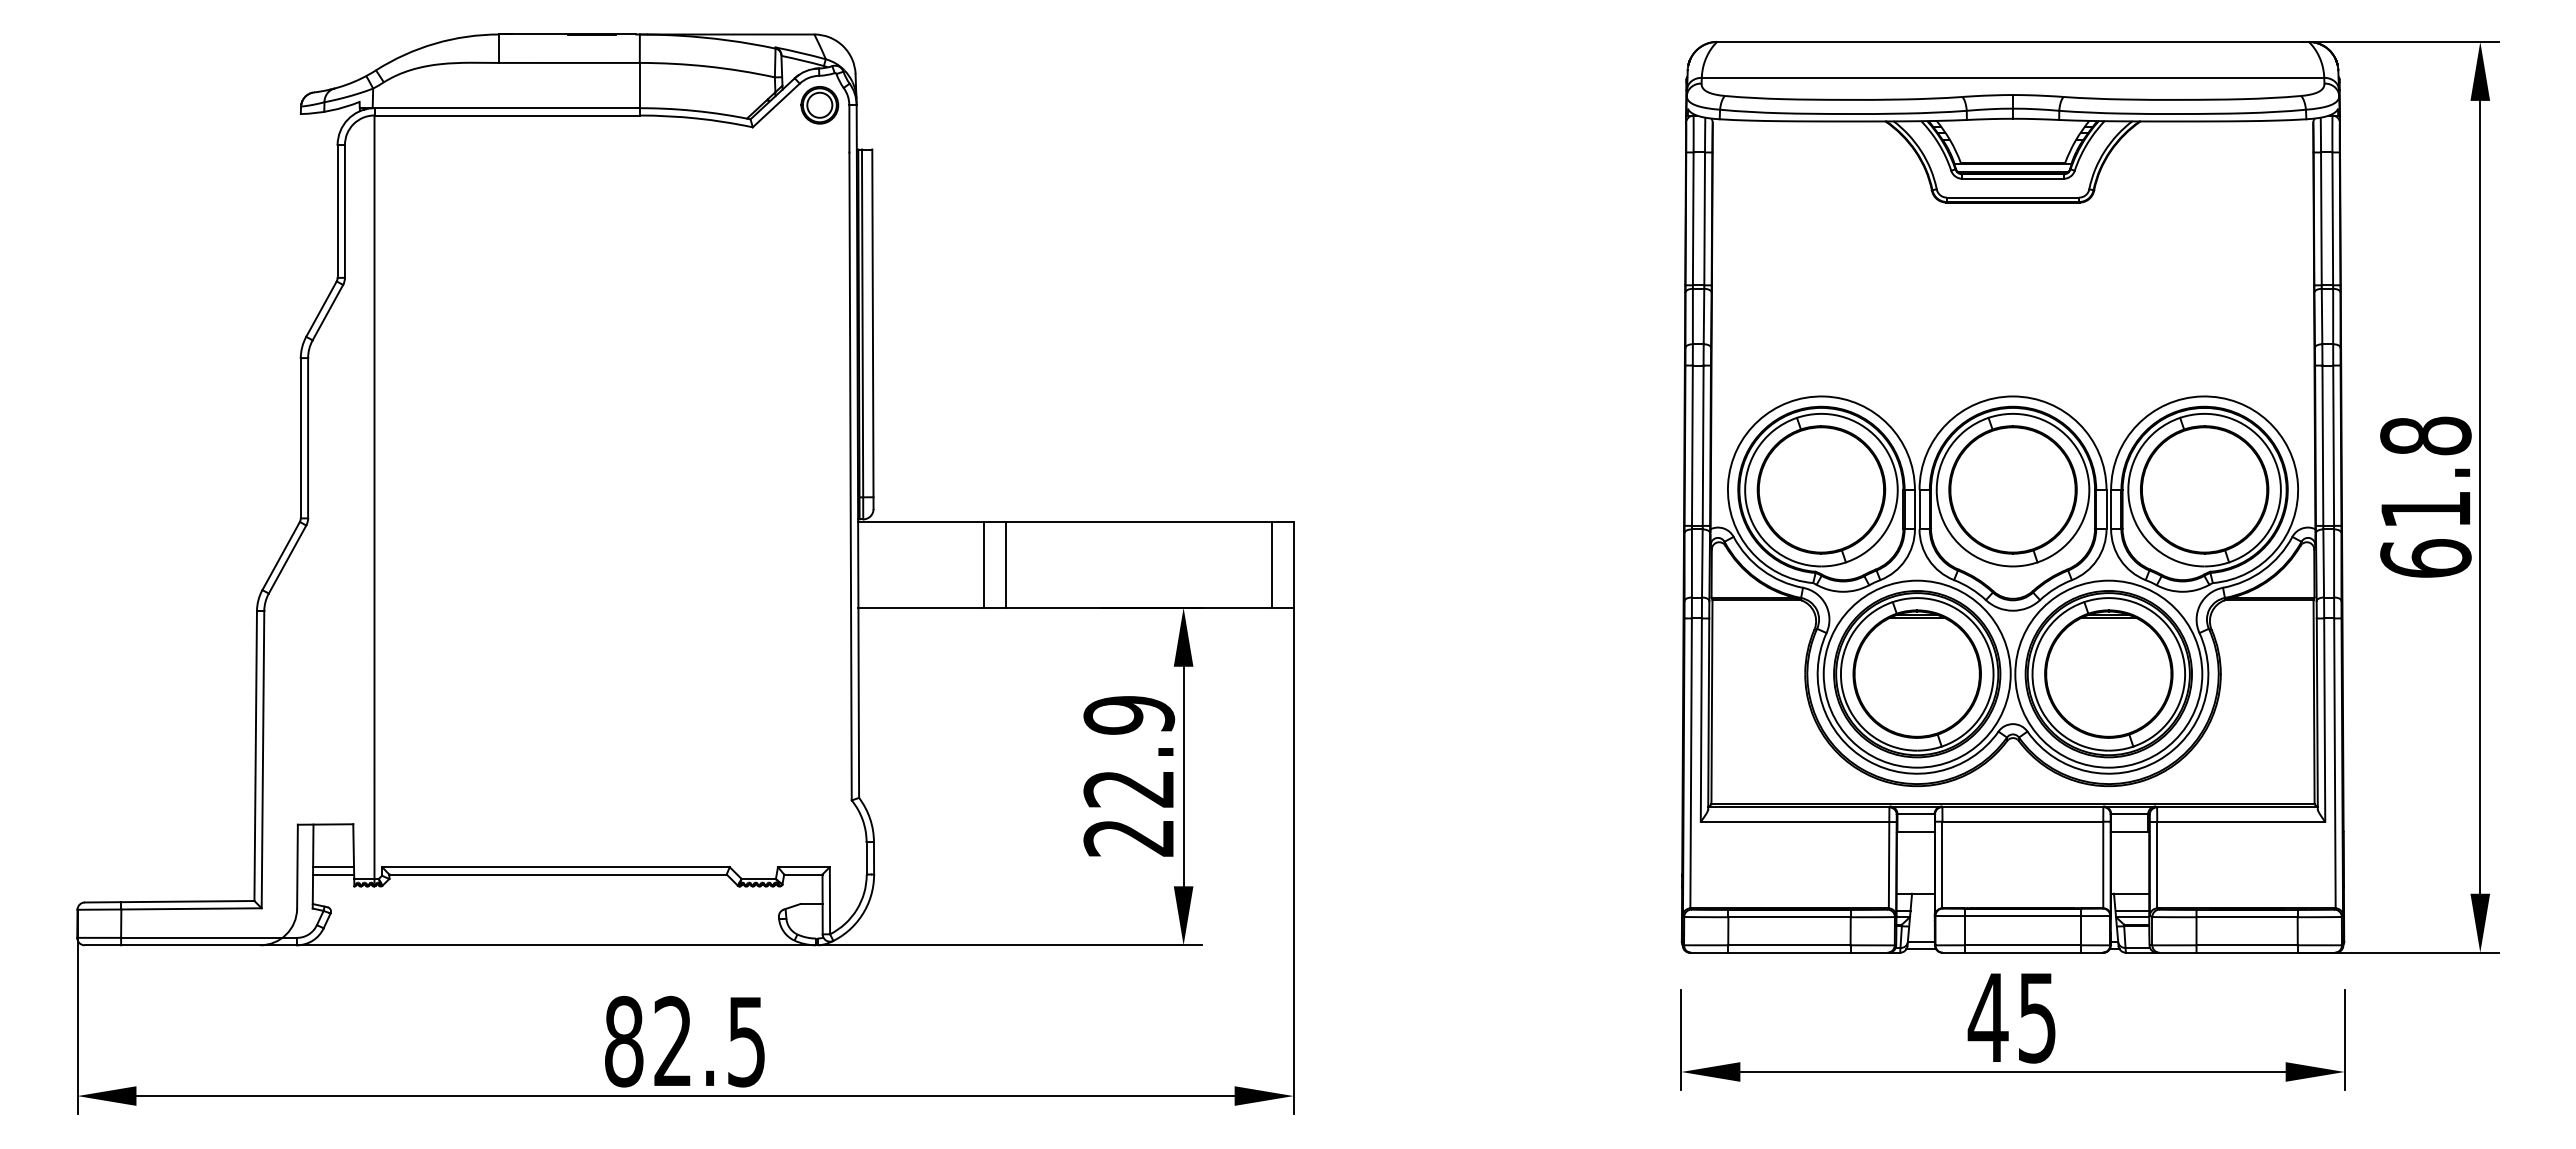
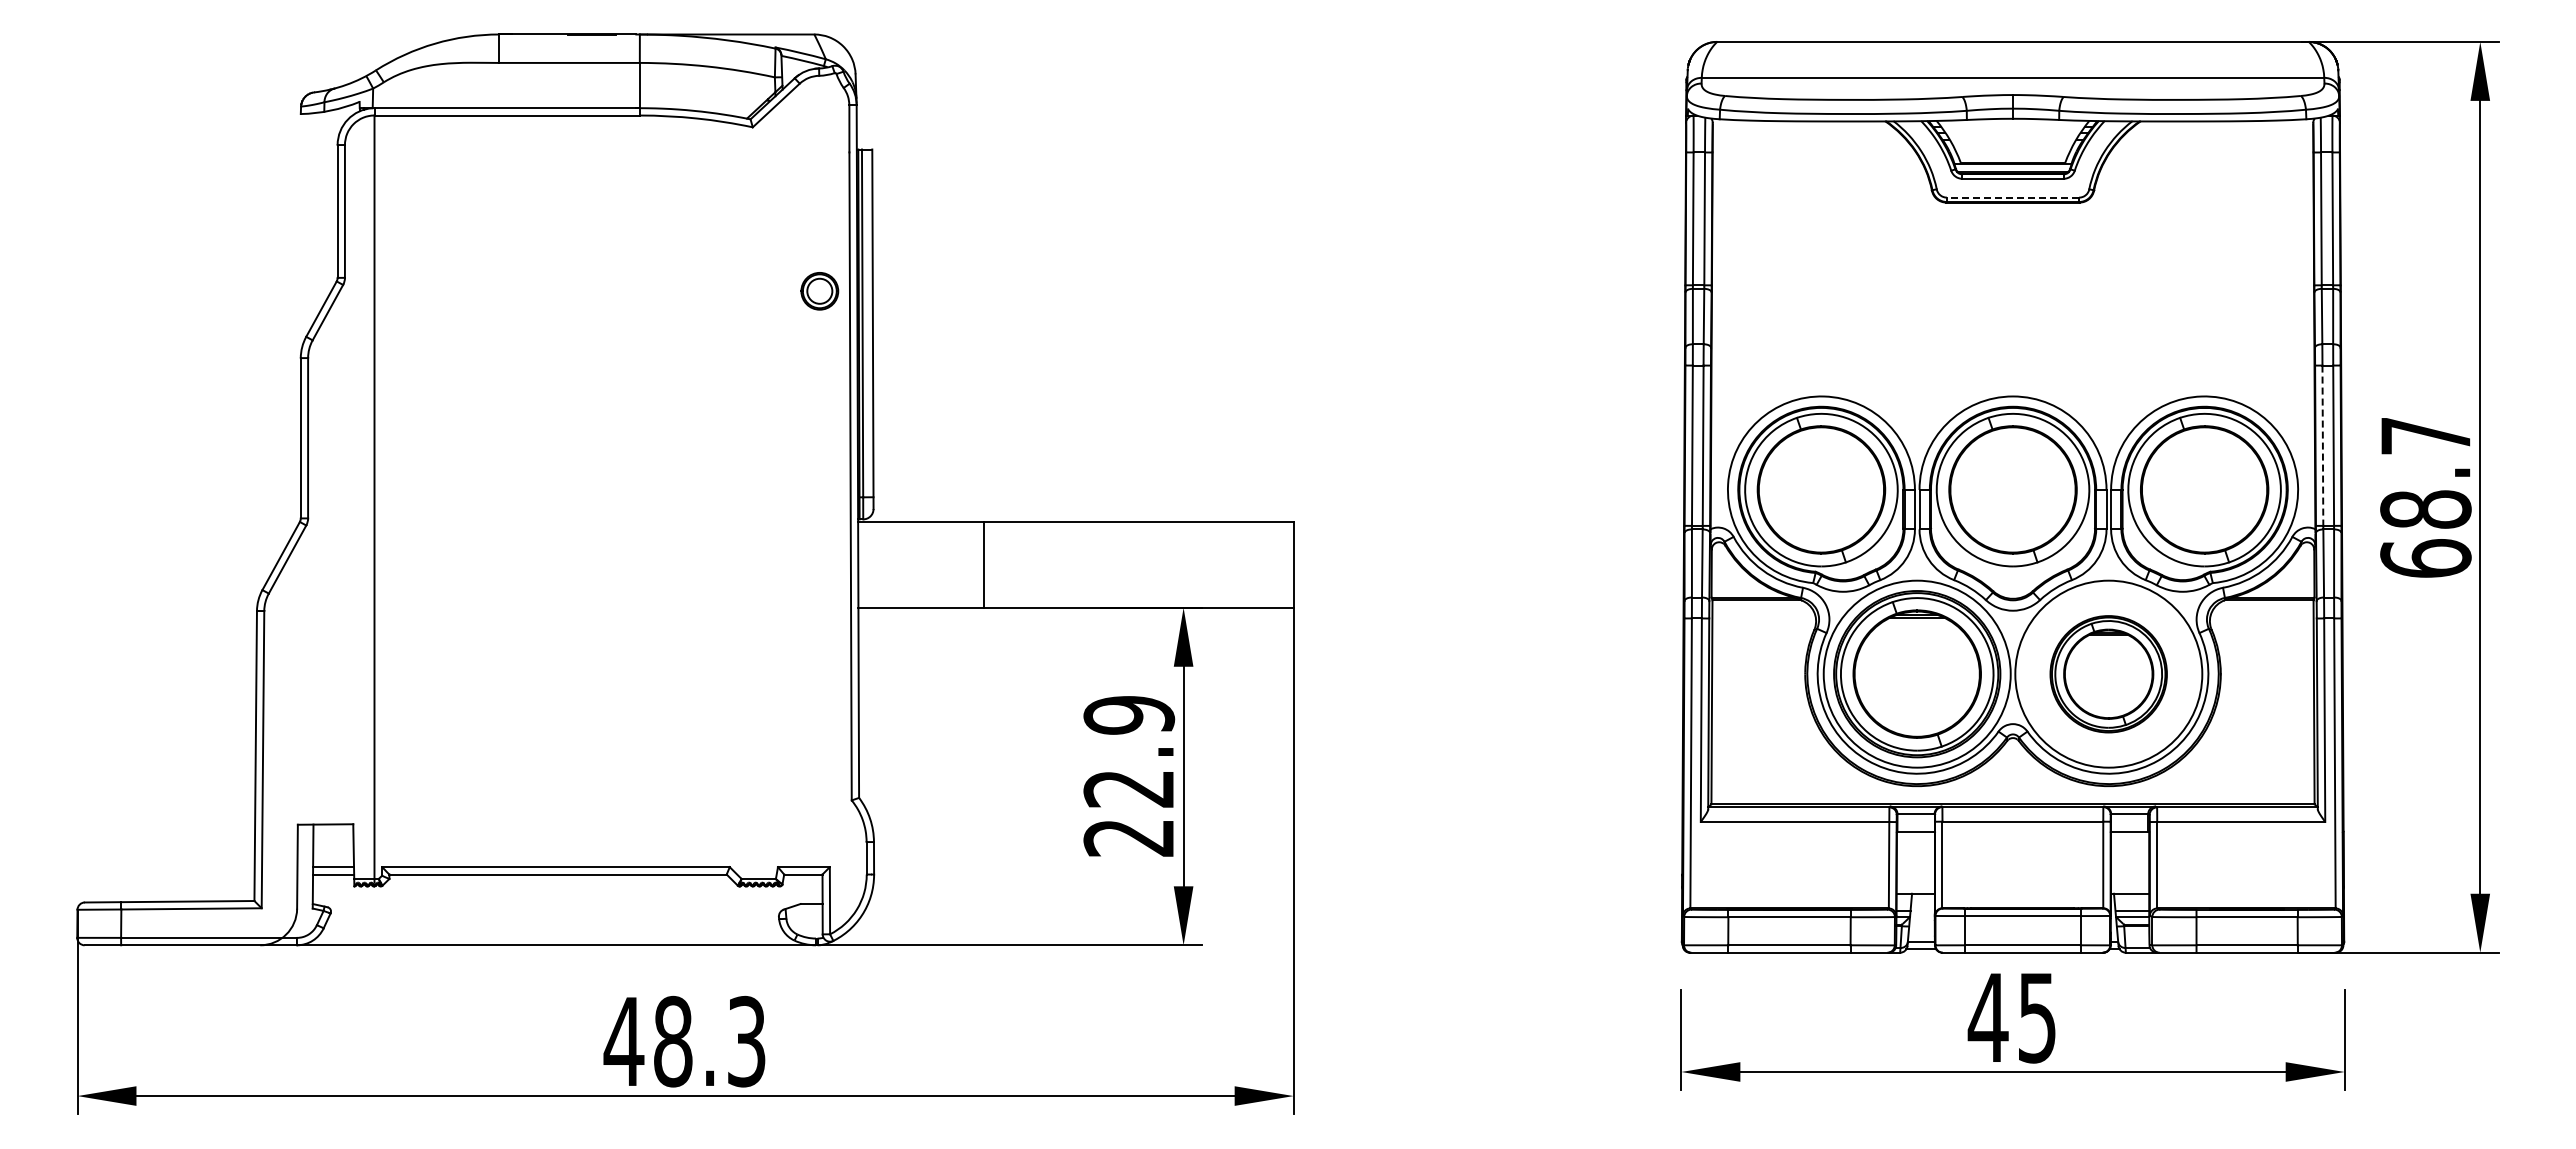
part at (819, 105) position: (819, 105) -> (819, 291)
line at (2012, 197): solid -> dashed
line at (2322, 446): solid -> dashed
text at (2425, 472): 61.8 -> 68.7
line at (1006, 564): present -> none
line at (1271, 564): present -> none
part at (2108, 674) size: 169x169 px -> 119x119 px
text at (684, 1041): 82.5 -> 48.3
